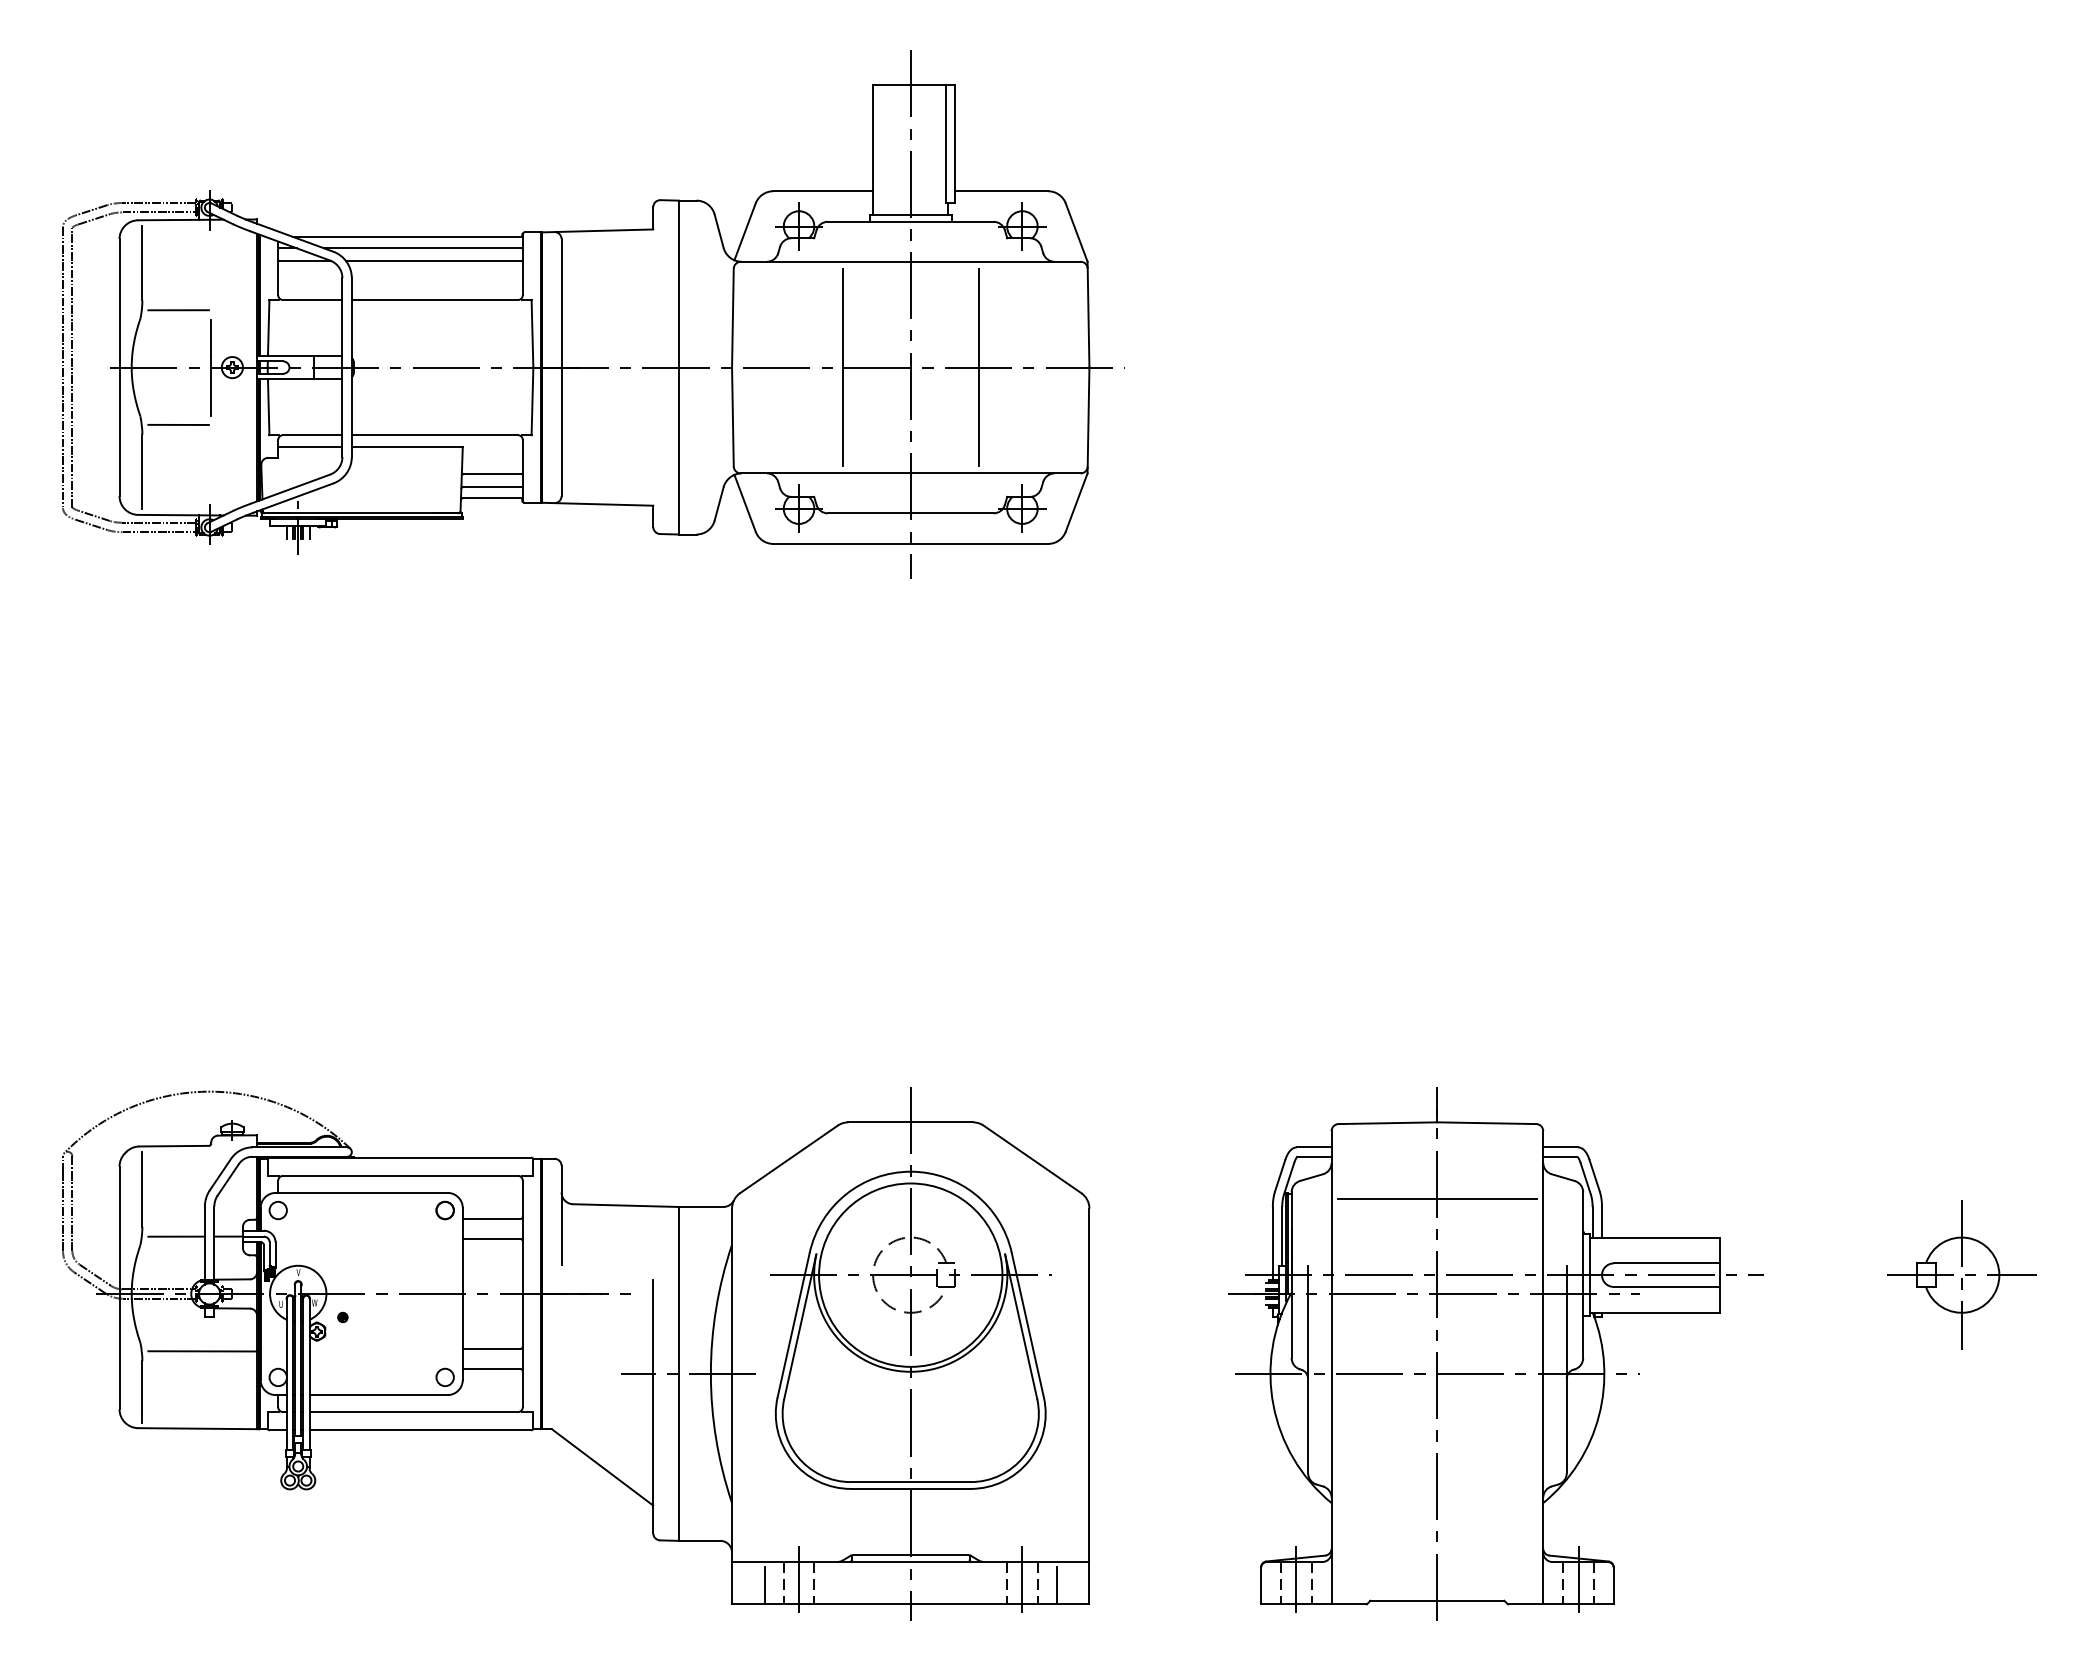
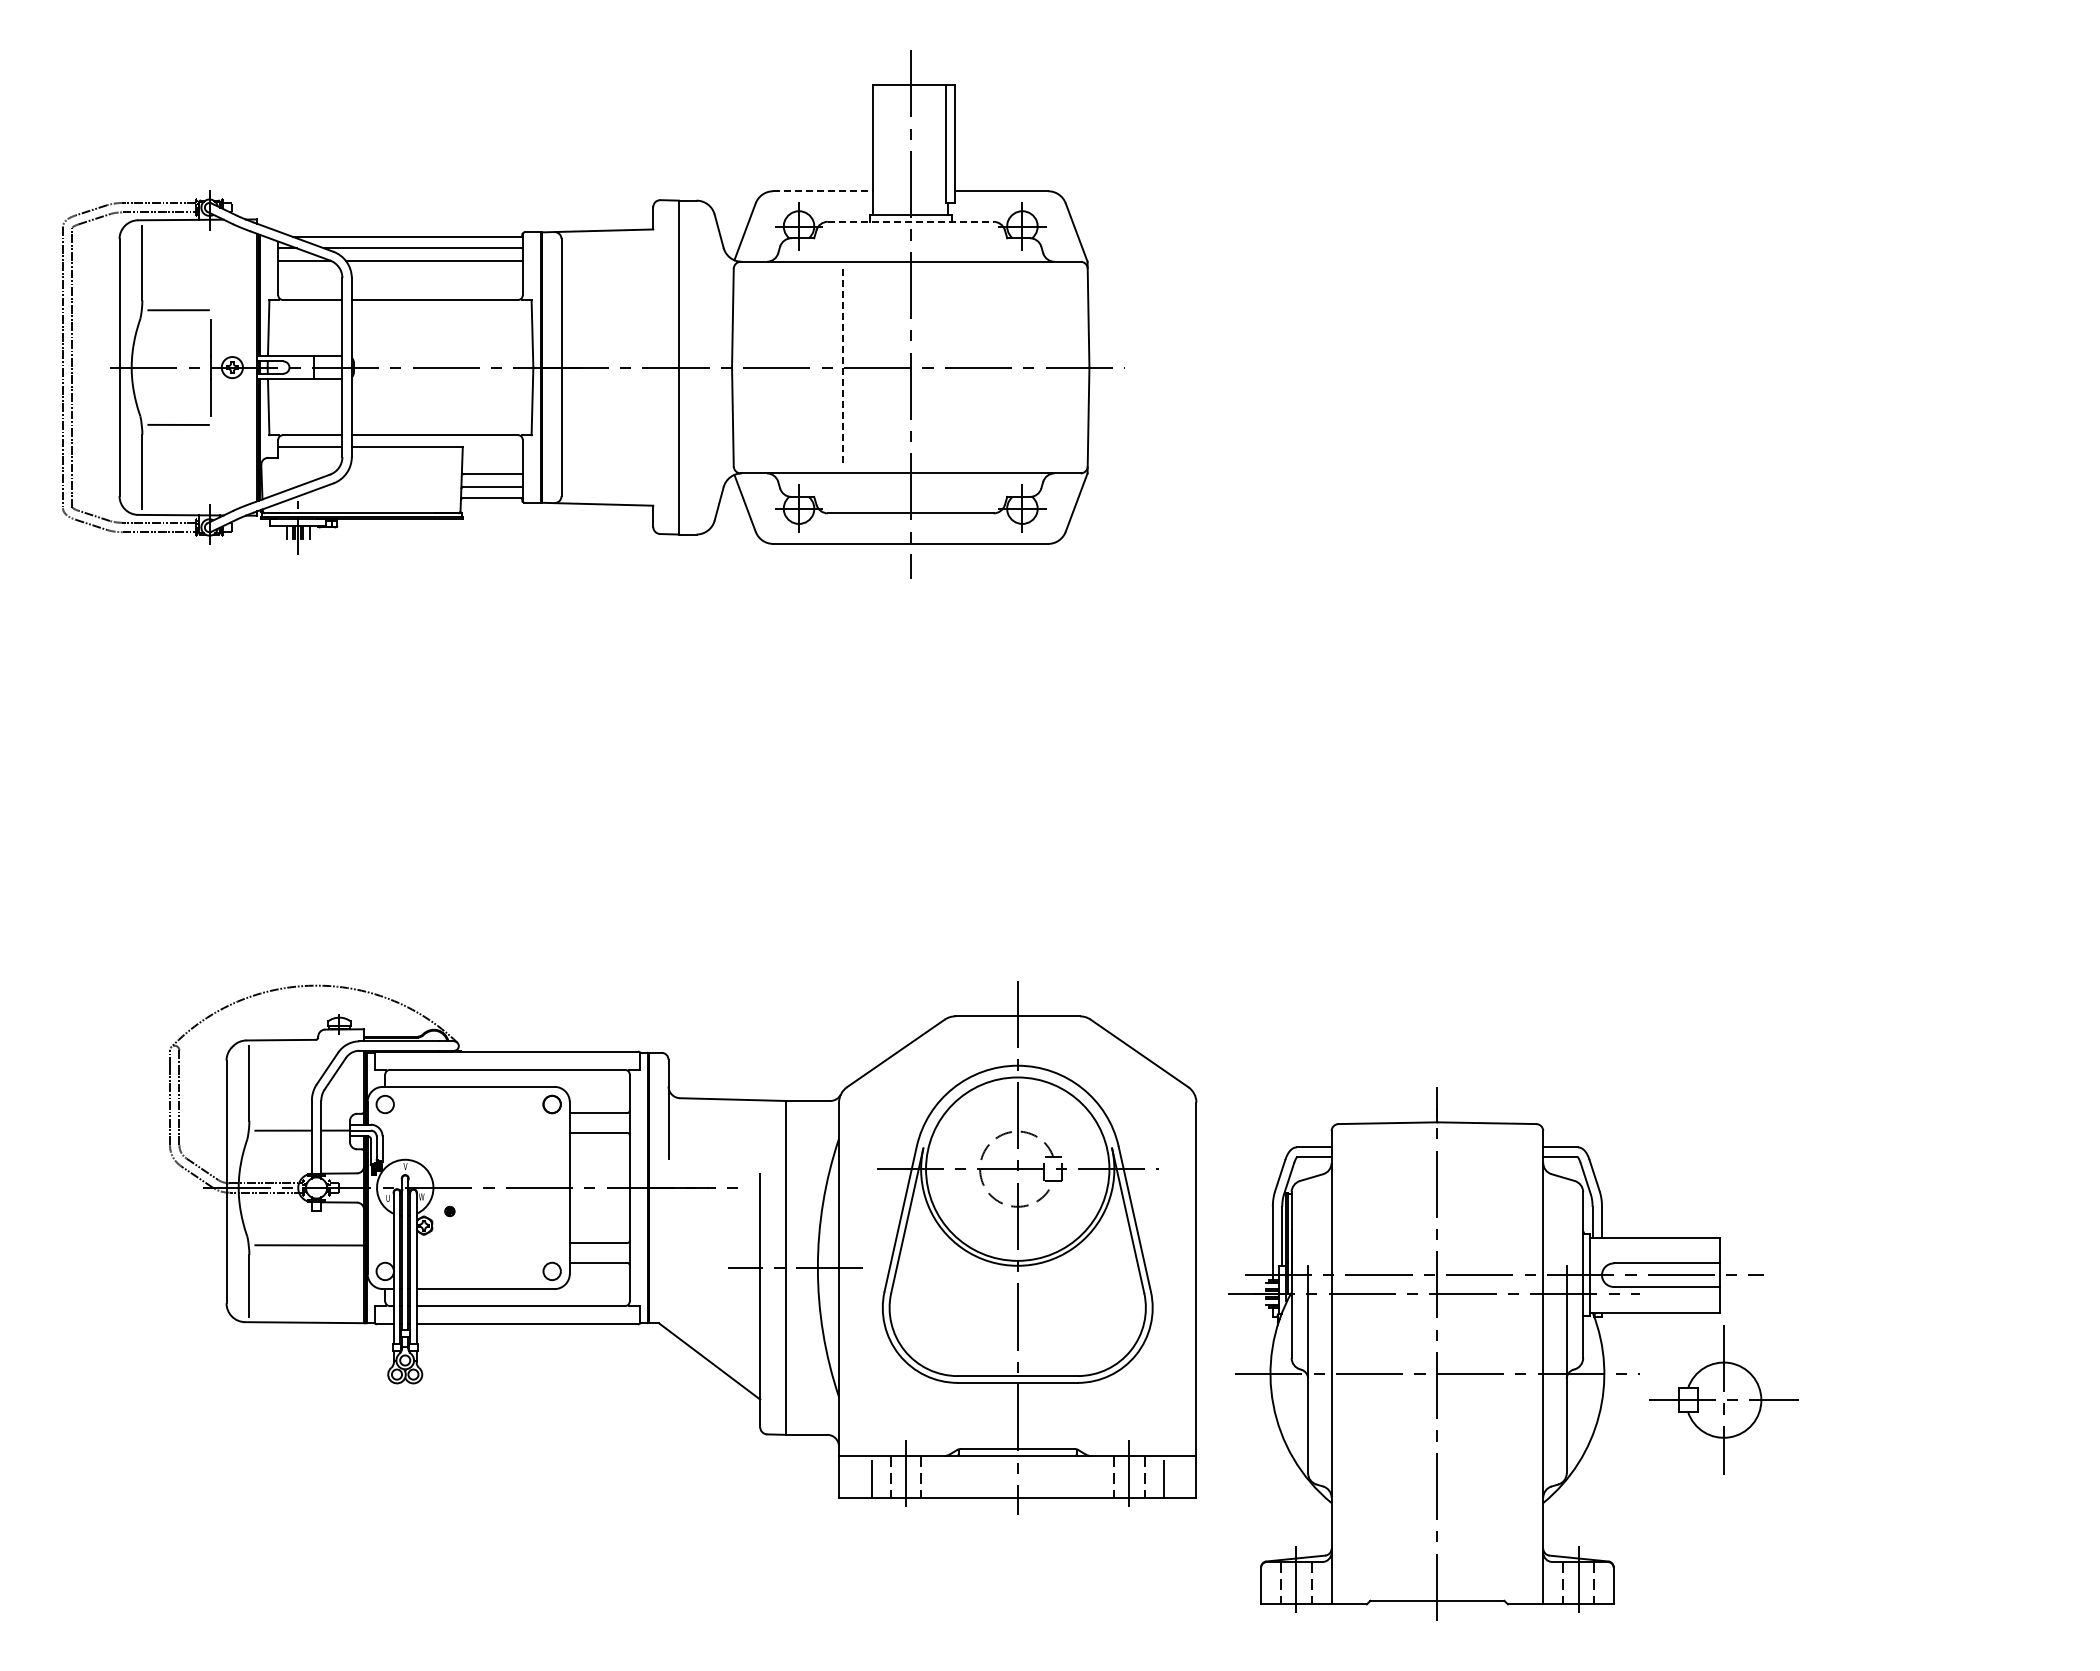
line at (823, 191): solid -> dashed
line at (910, 221): solid -> dashed
line at (842, 367): solid -> dashed
line at (978, 367): present -> none
line at (1436, 1198): present -> none
part at (1961, 1274) position: (1961, 1274) -> (1723, 1399)
part at (576, 1353) position: (576, 1353) -> (683, 1247)
